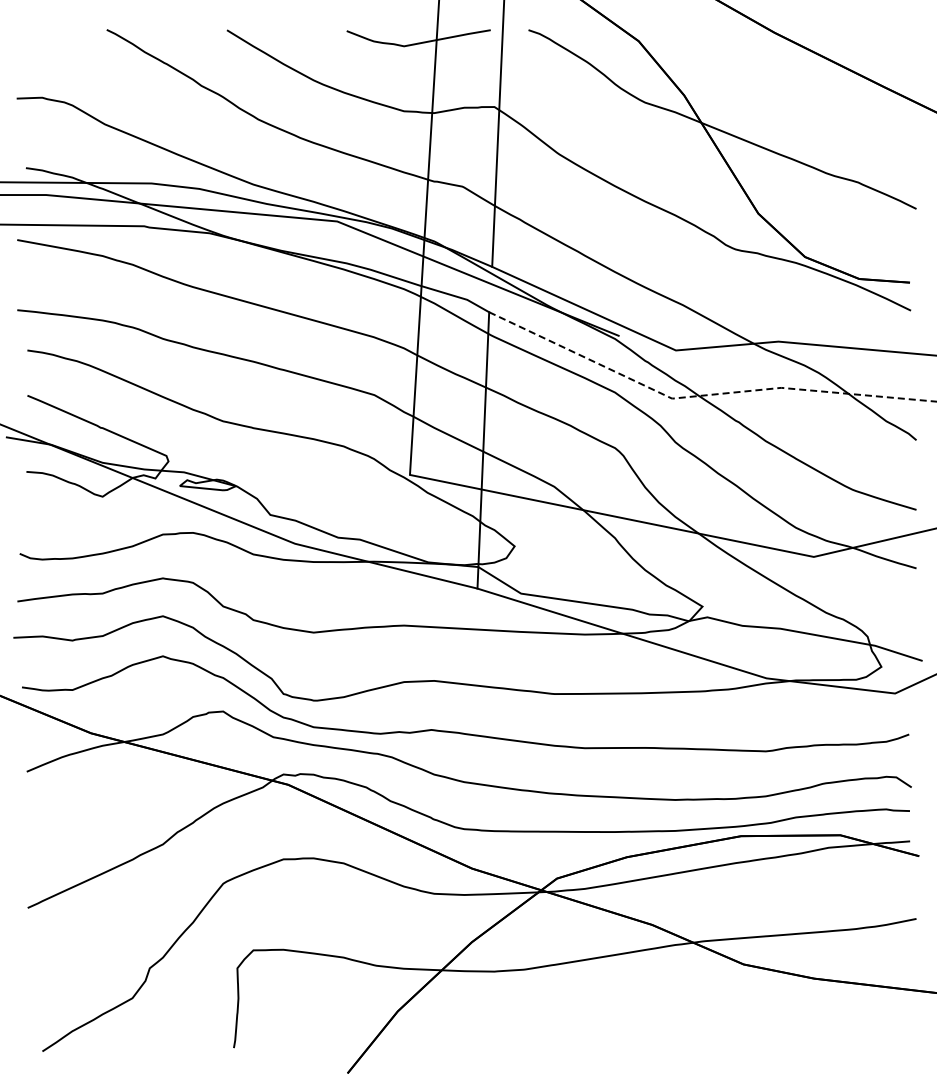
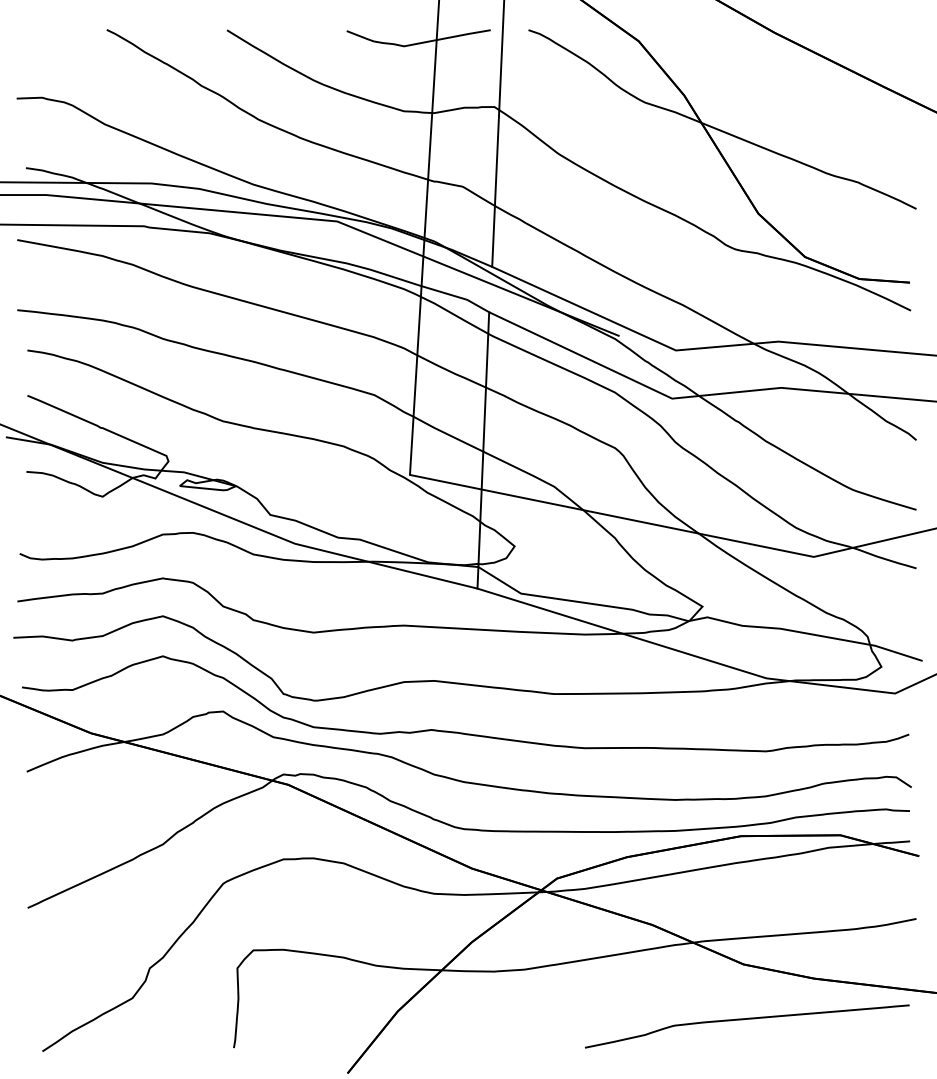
line at (703, 395): dashed -> solid
curve at (747, 1019): none -> present
